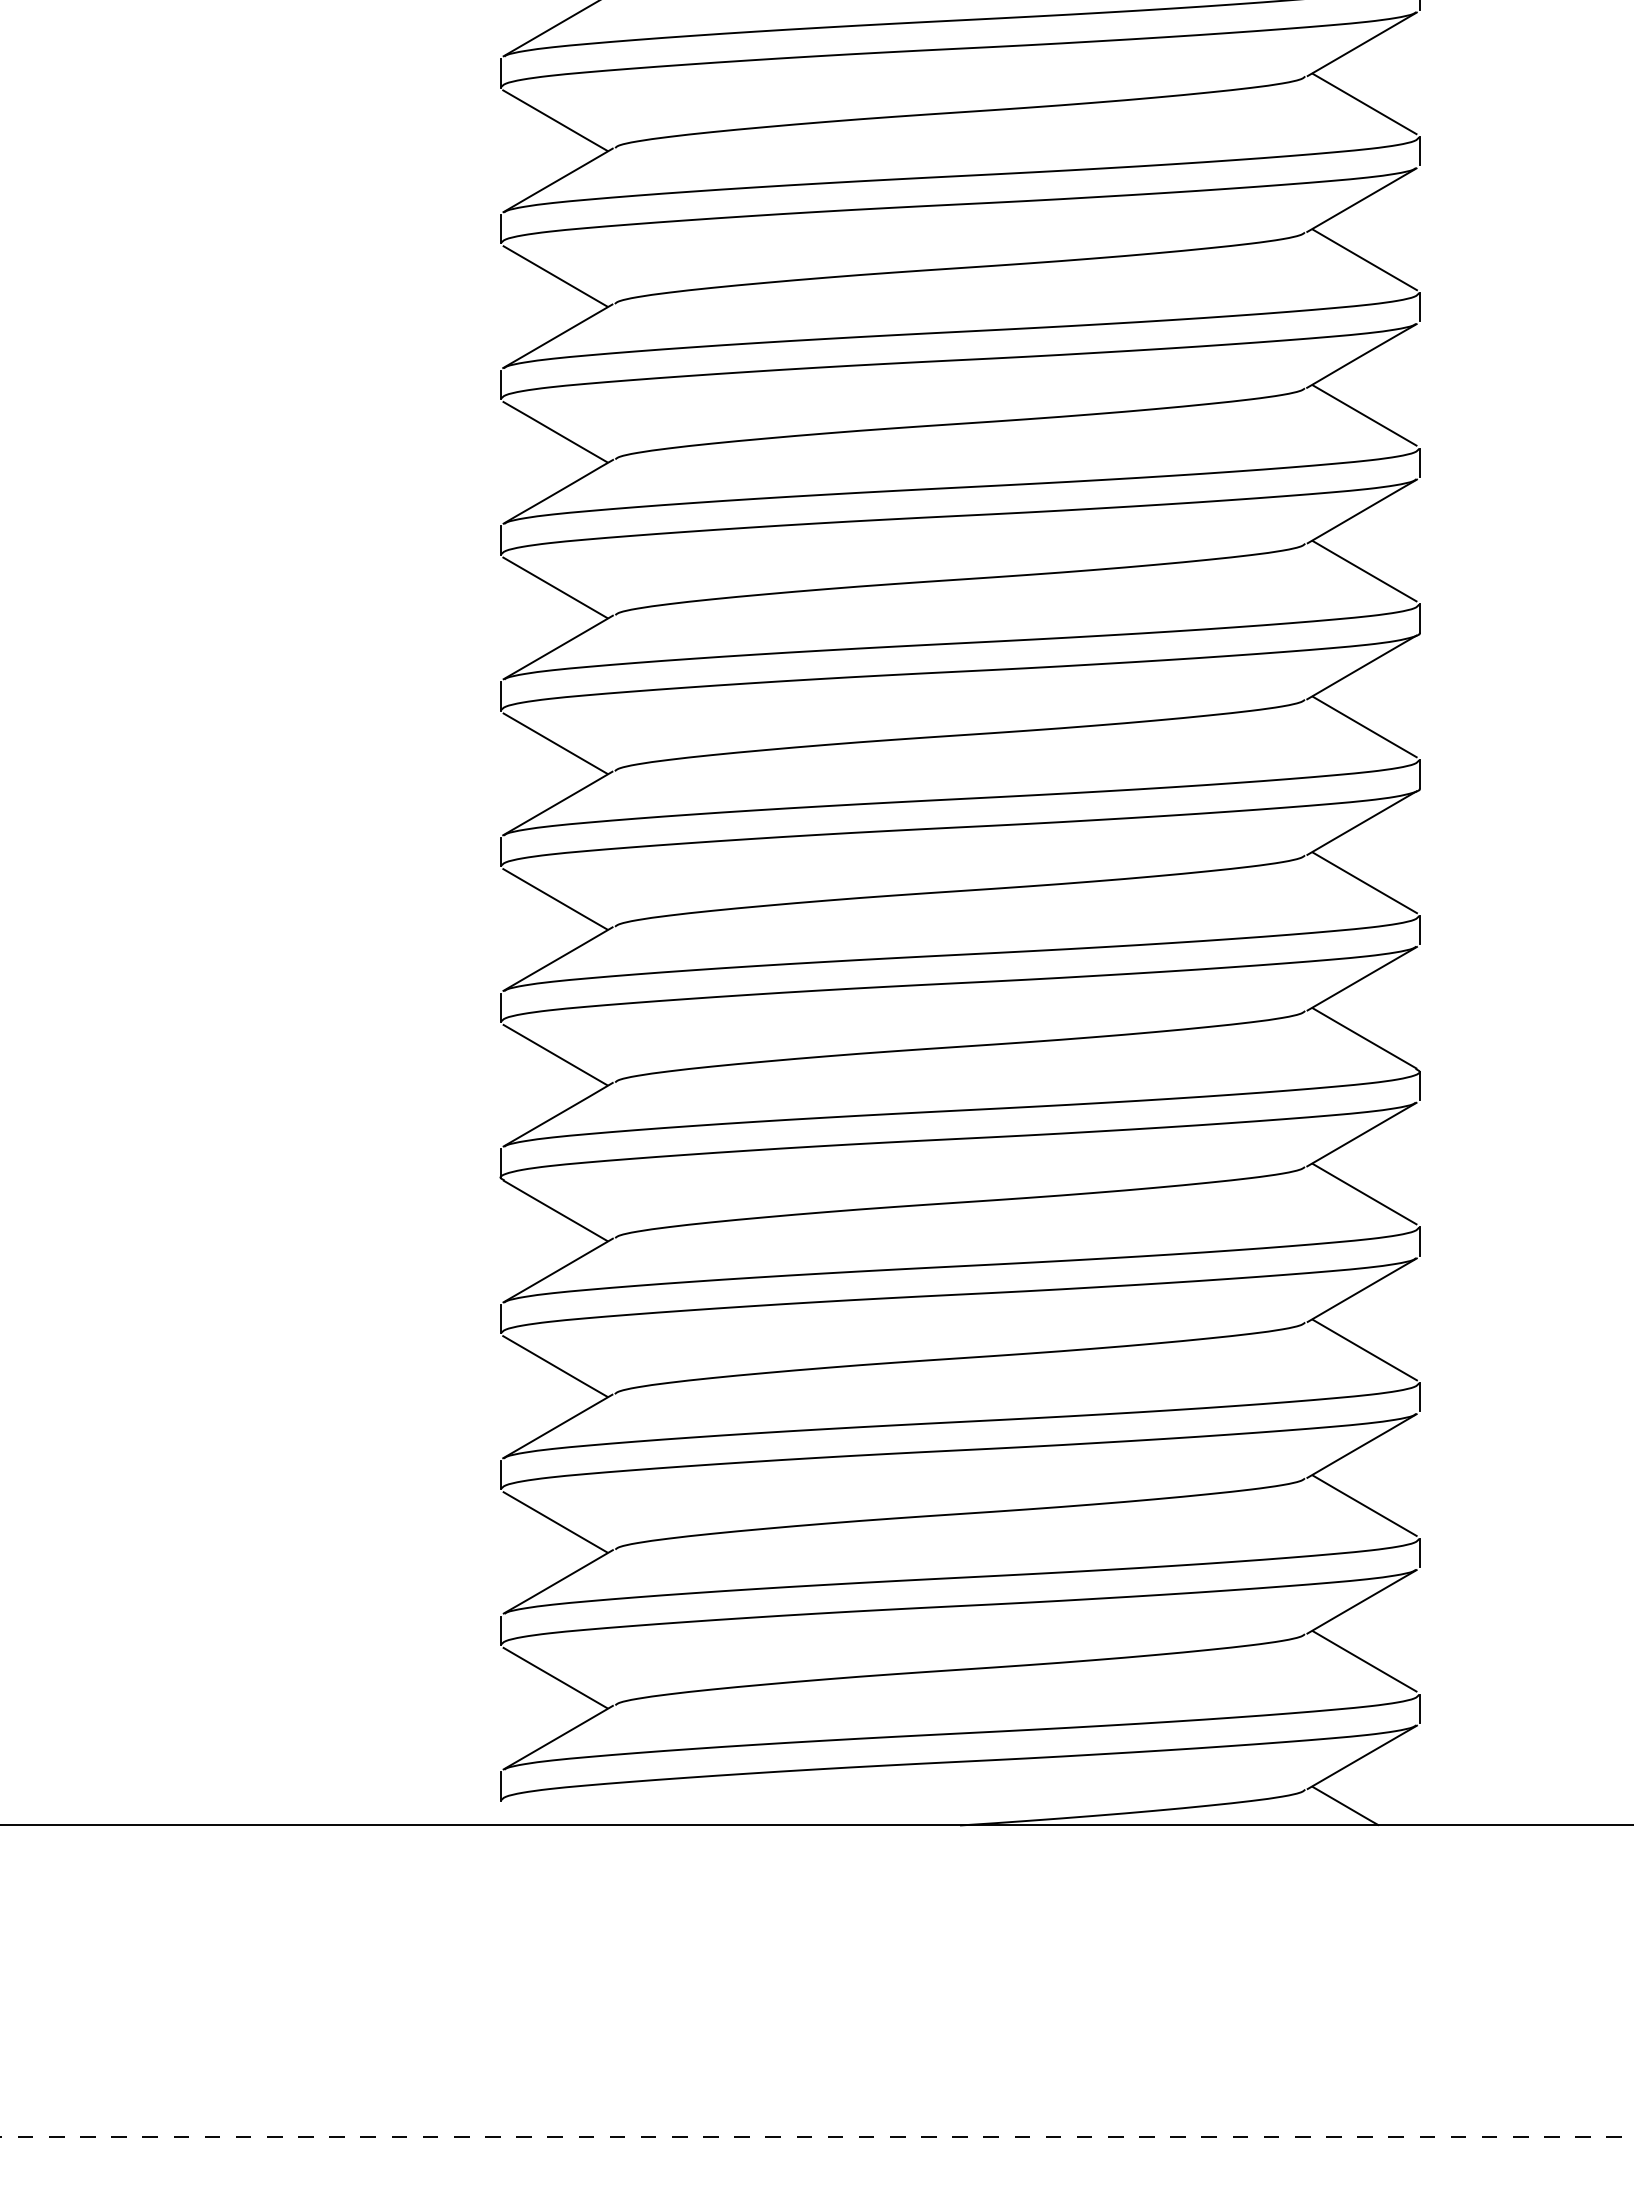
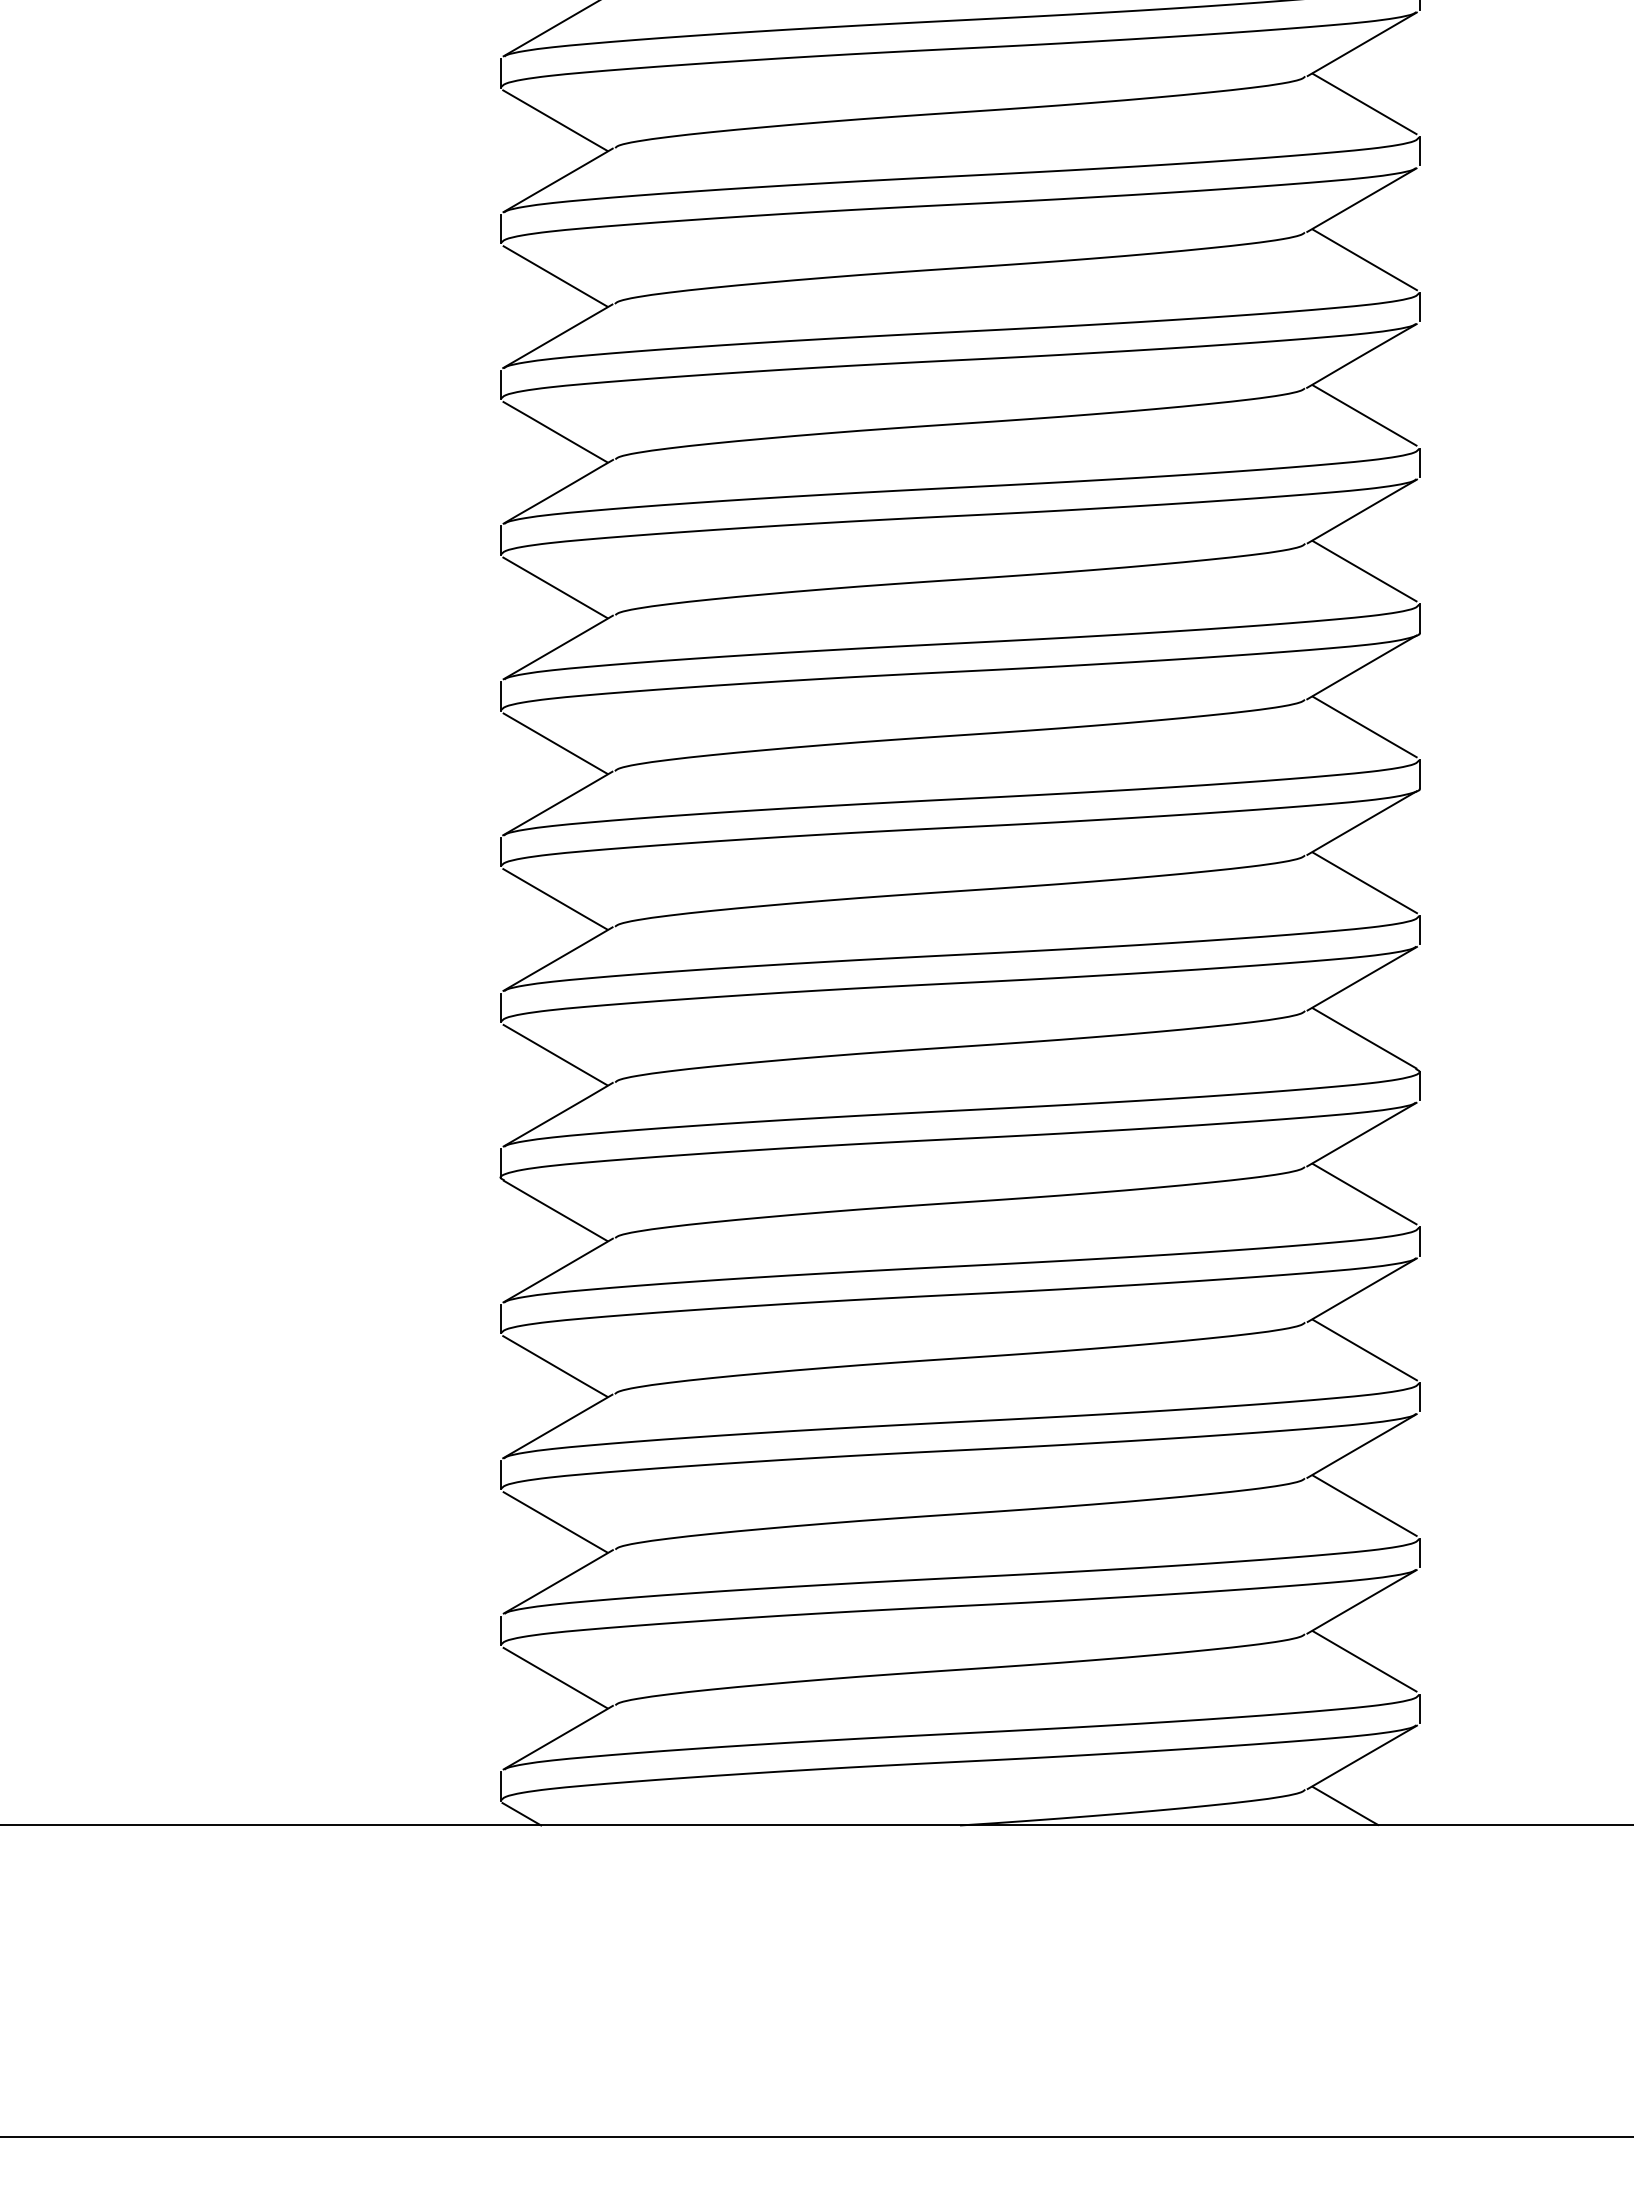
line at (521, 1814): none -> present
line at (817, 2136): dashed -> solid
